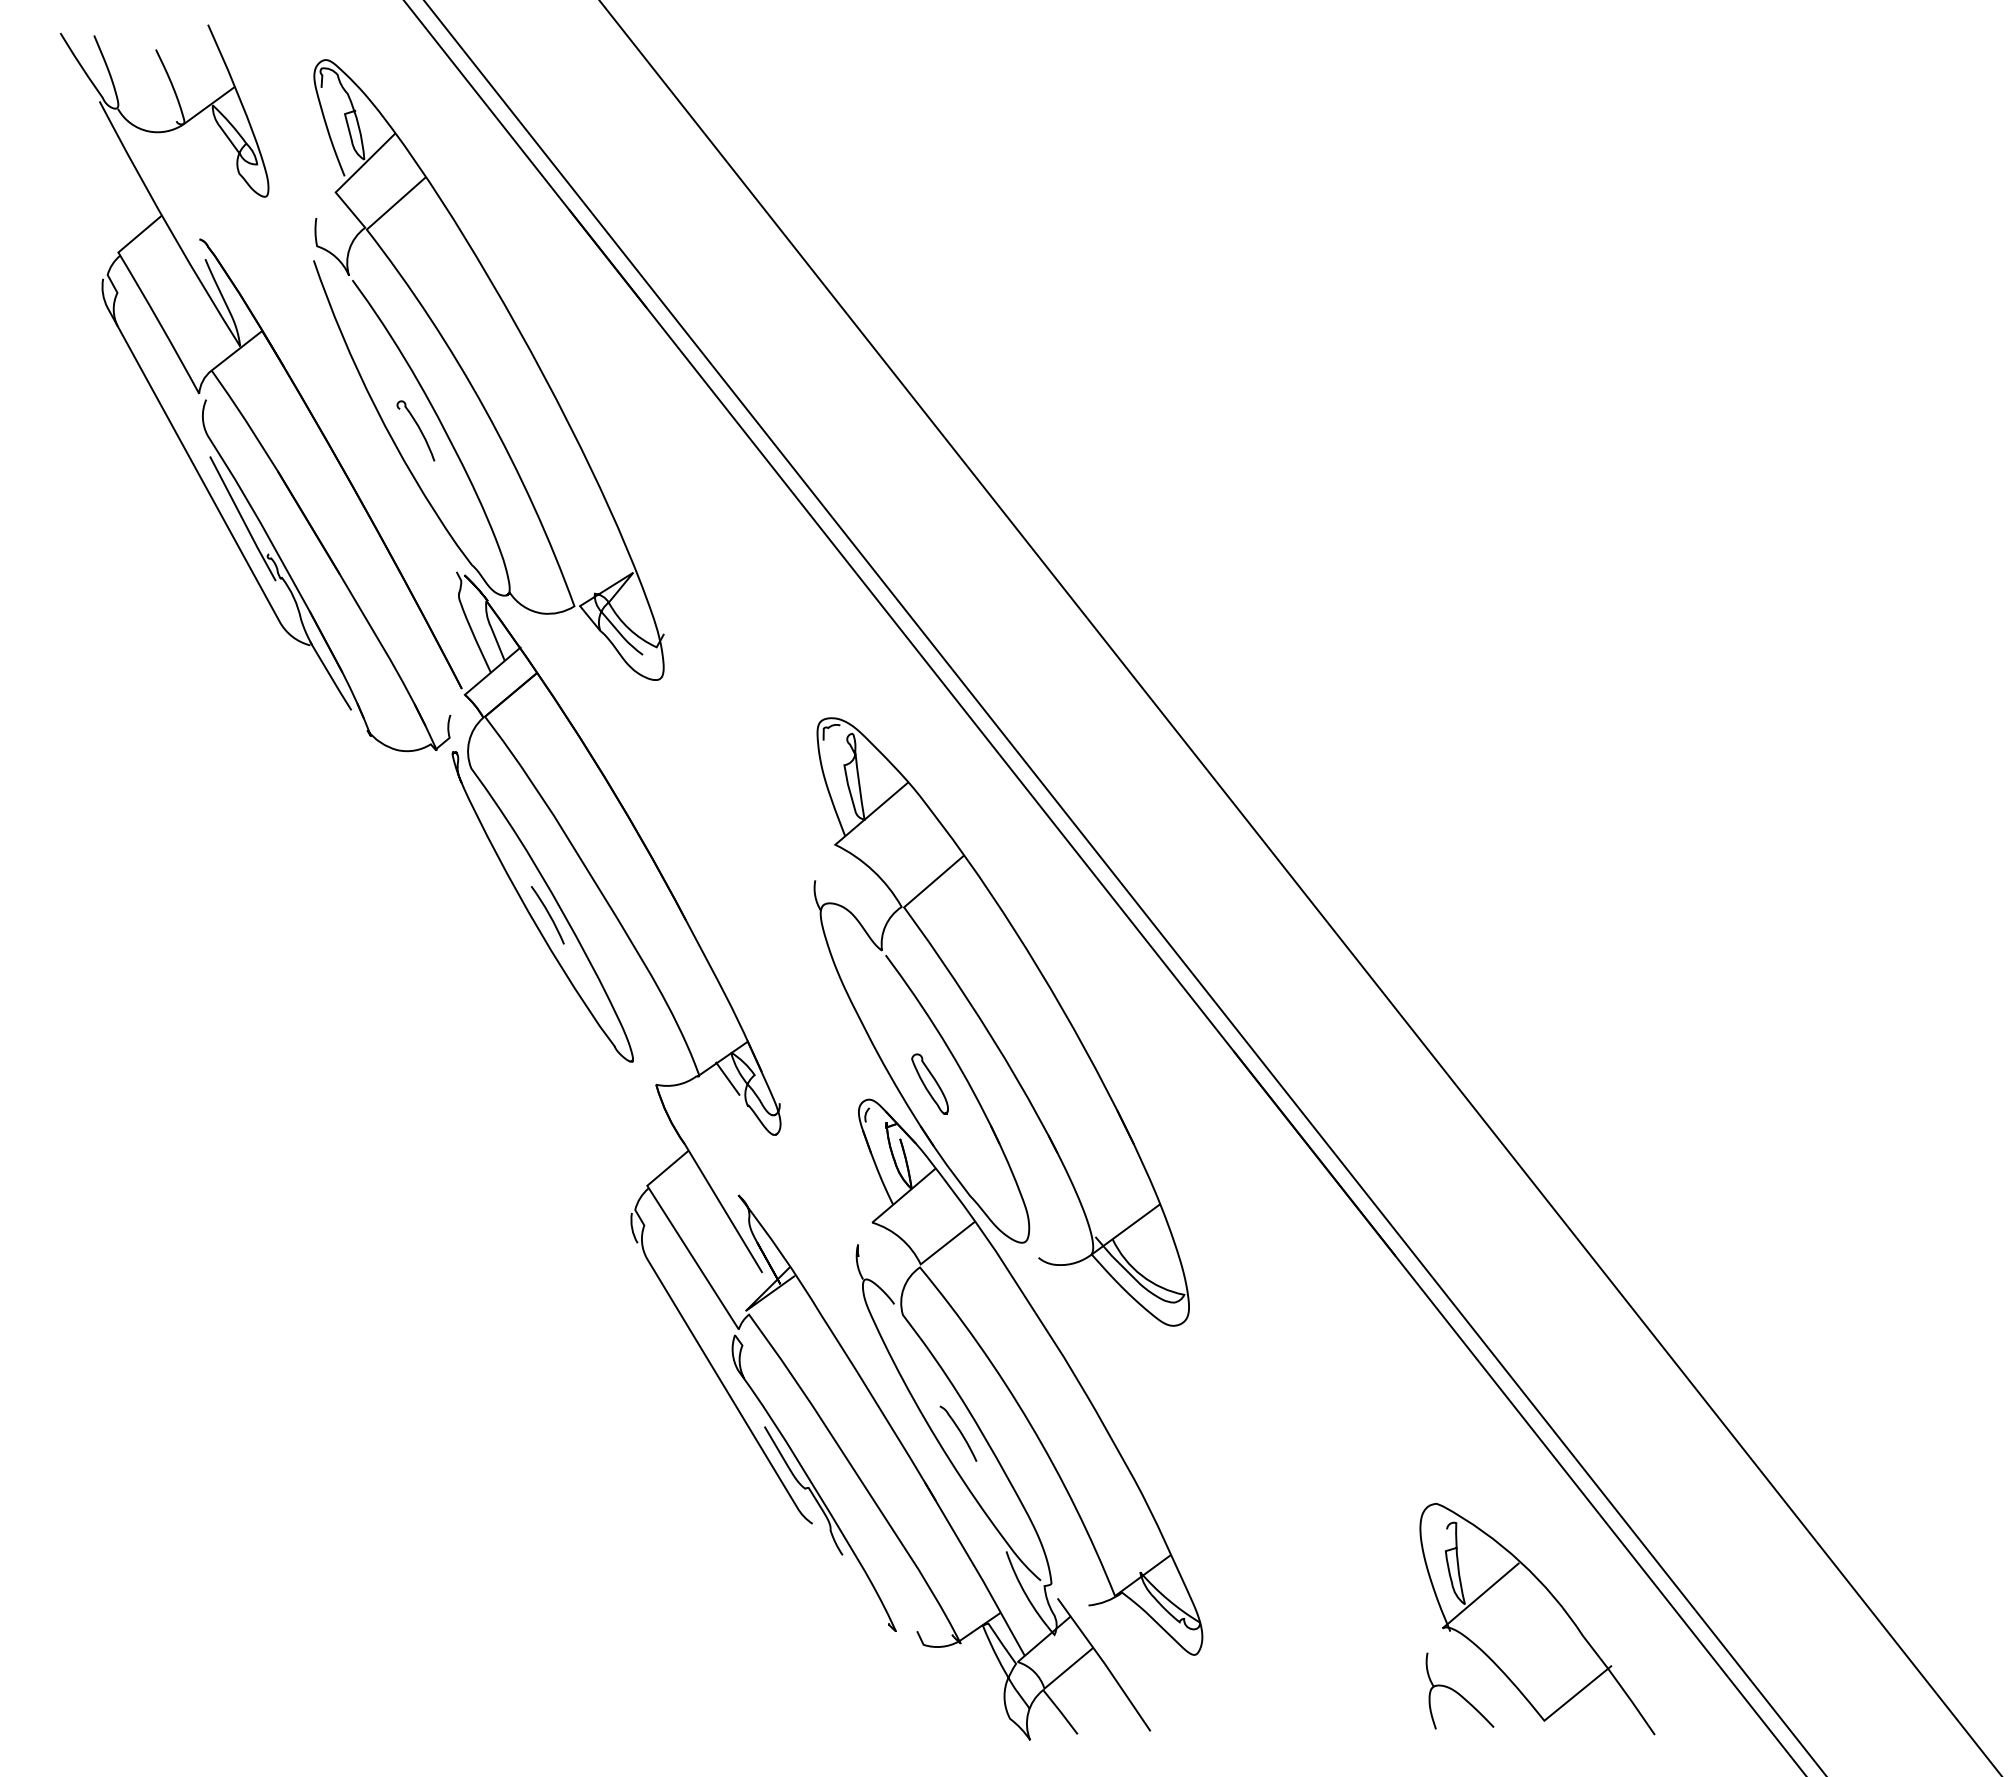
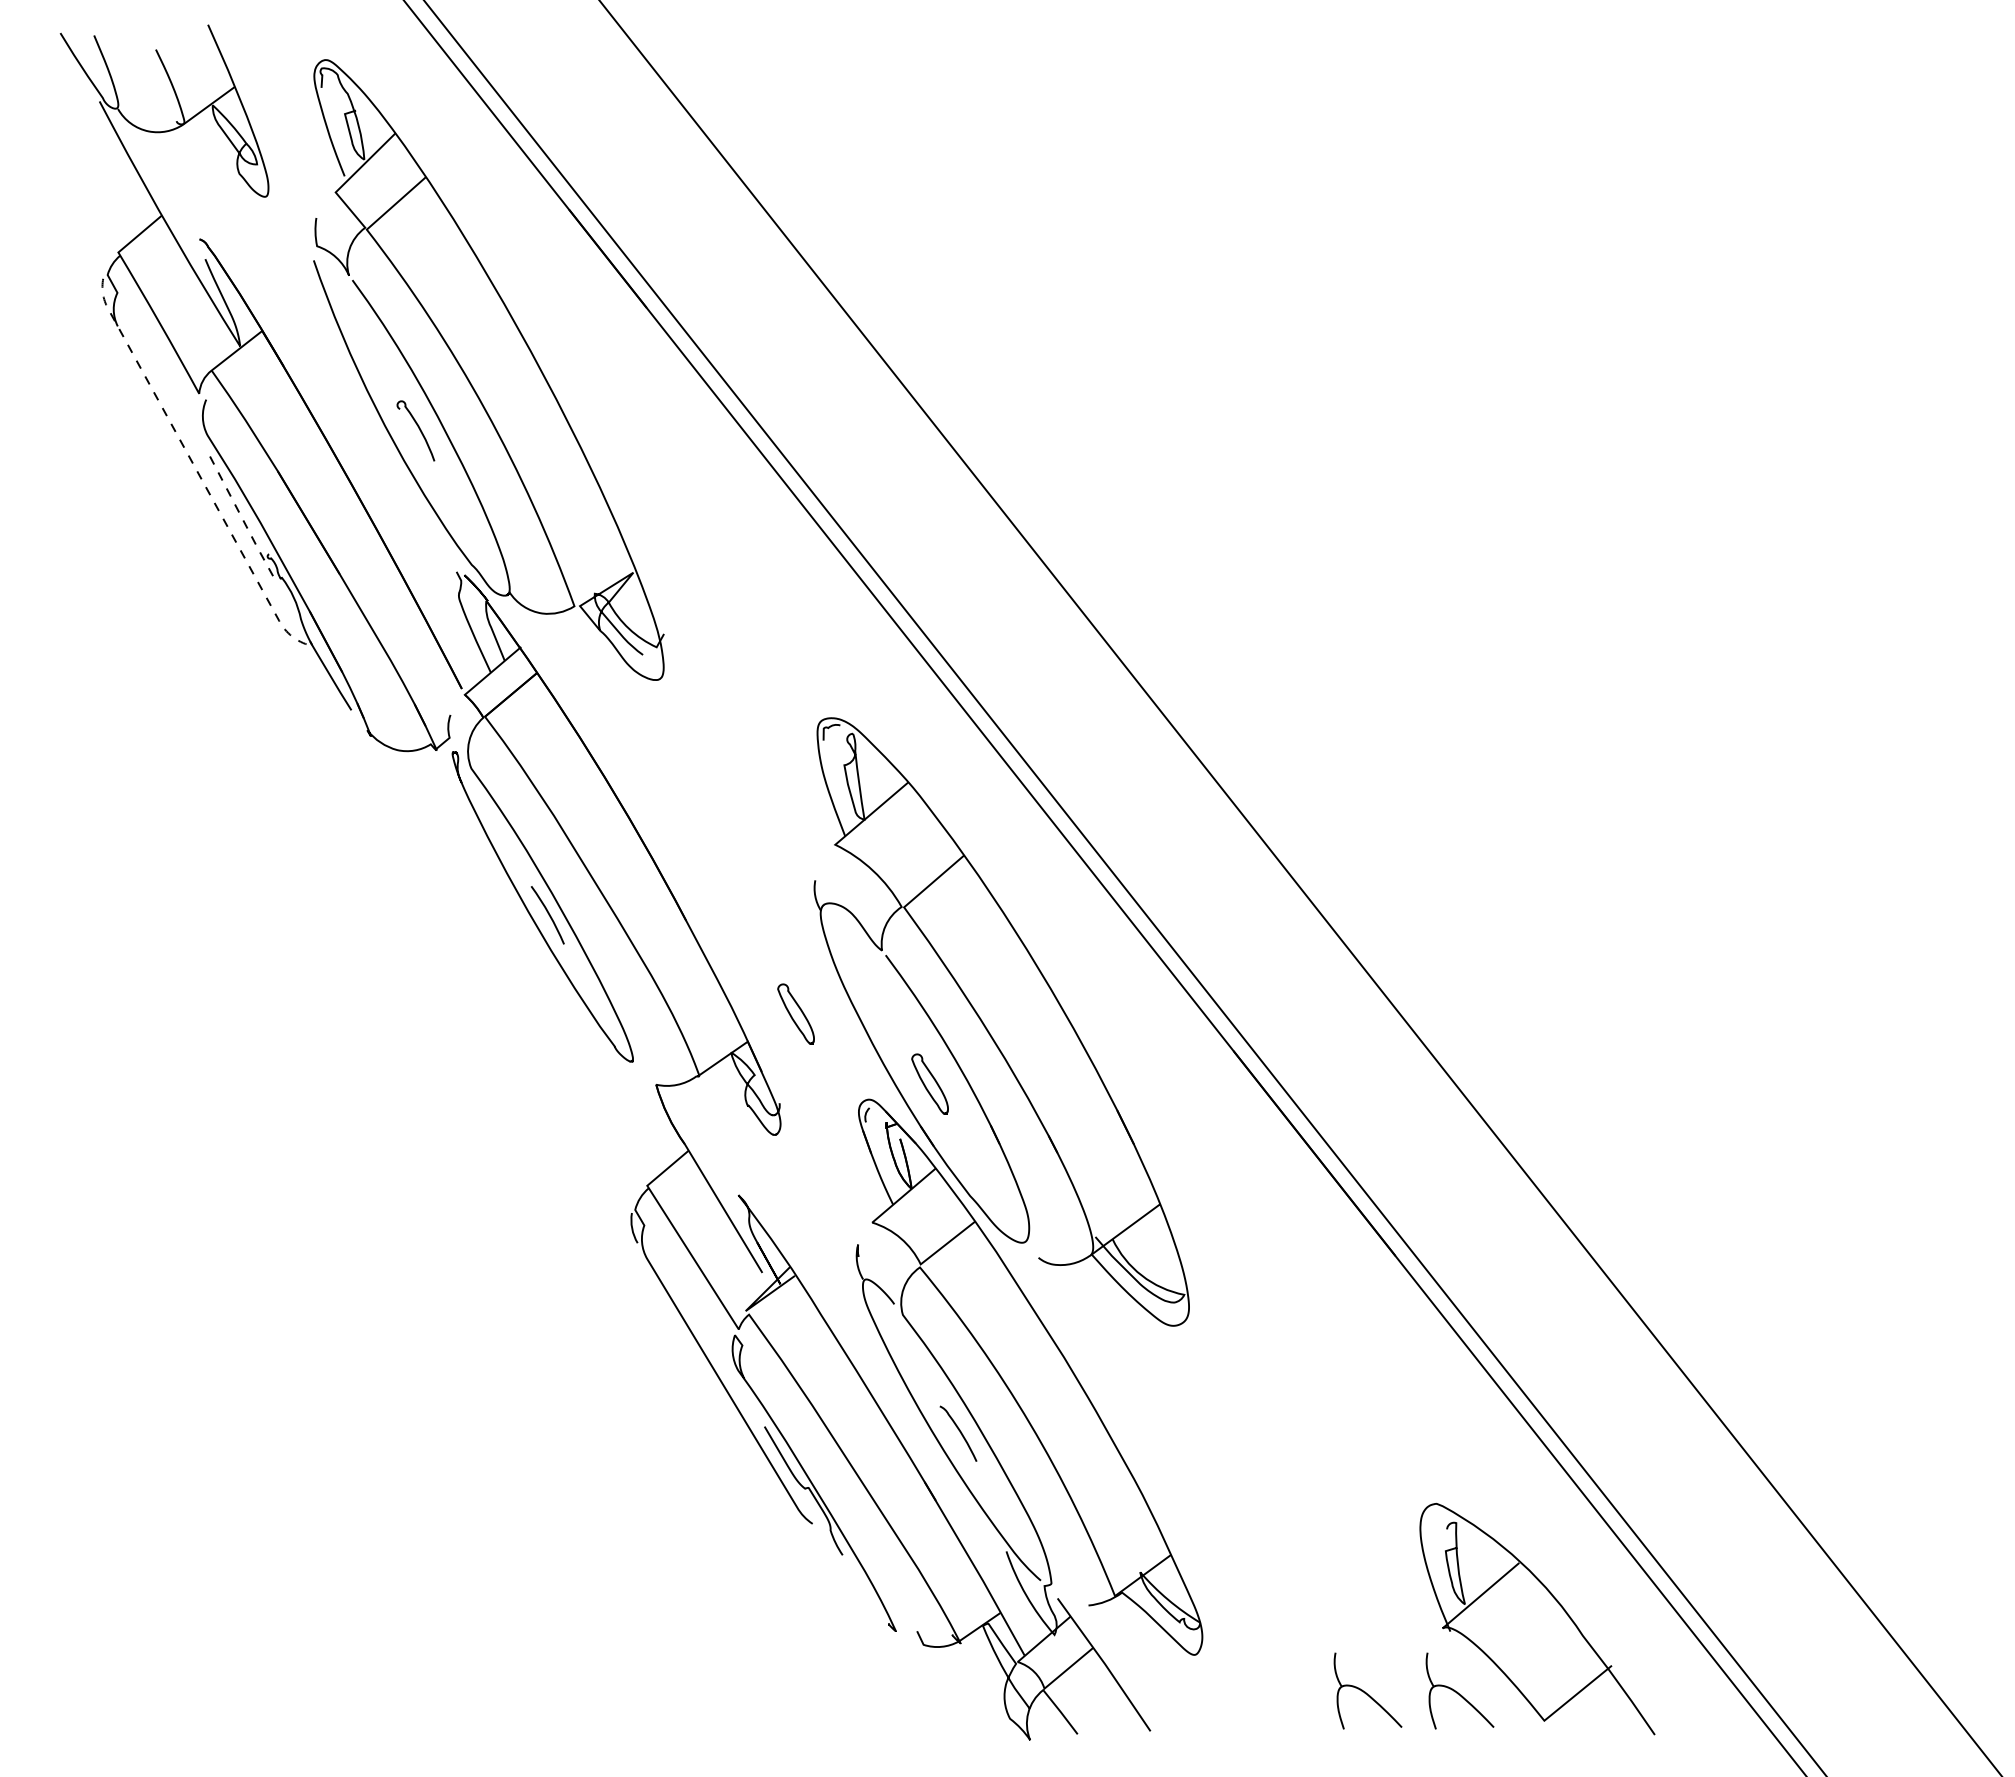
line at (198, 473): solid -> dashed
line at (243, 519): solid -> dashed
part at (795, 1013): none -> present
line at (727, 1078): present -> none
part at (1367, 1690): none -> present
